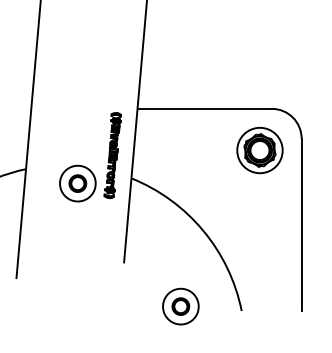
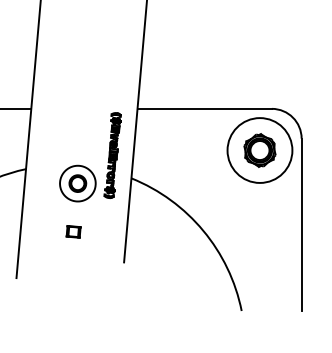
line at (16, 108): none -> present
circle at (259, 150) diameter: 45 px -> 65 px
part at (73, 231): none -> present
part at (180, 306): present -> none
